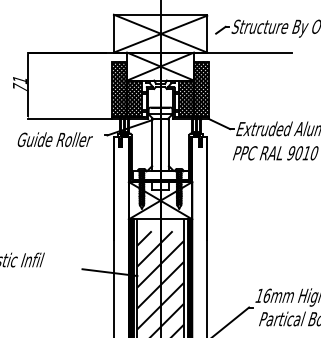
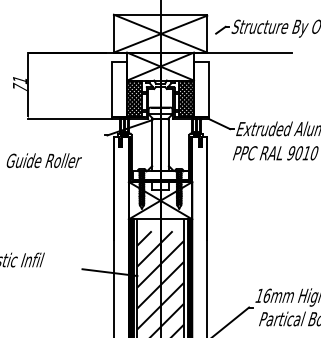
hatch at (119, 89): present -> none
hatch at (200, 89): present -> none
text at (54, 139) position: (54, 139) -> (43, 160)
